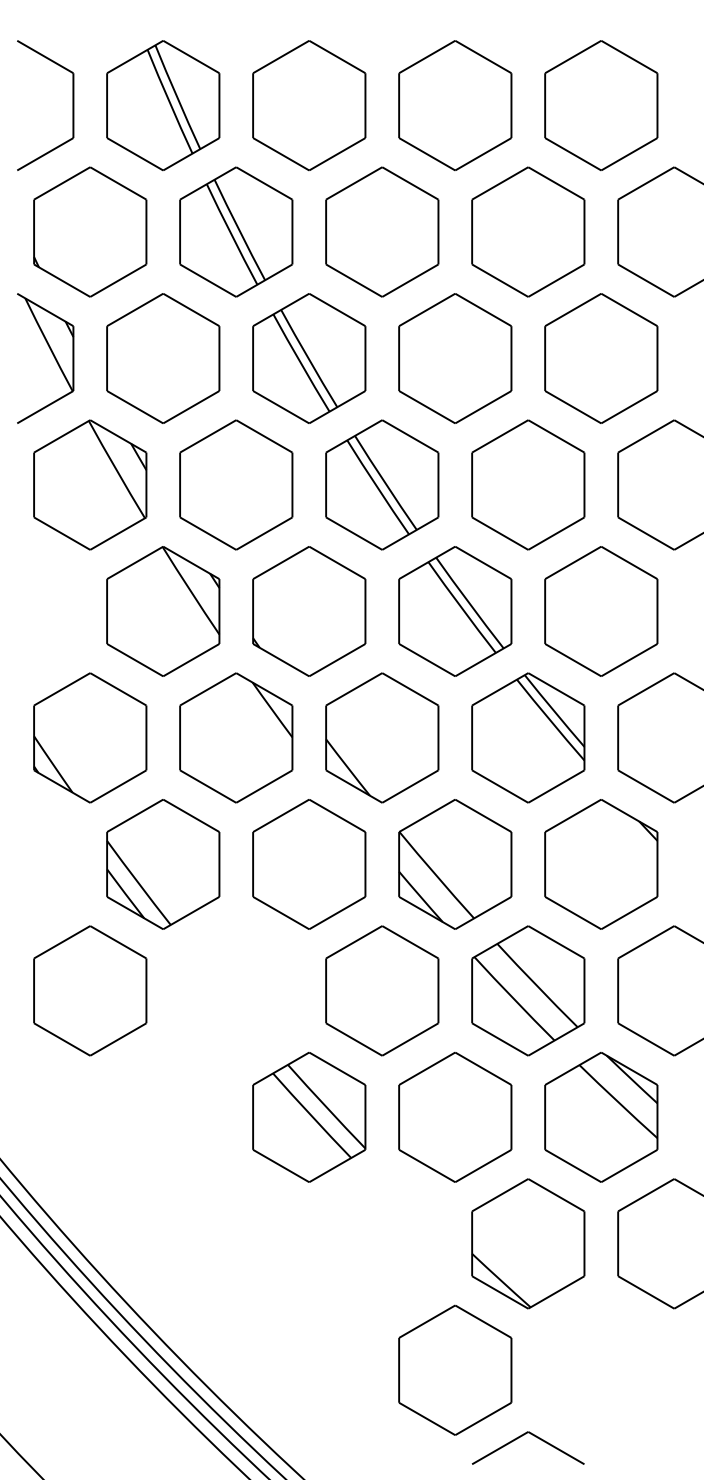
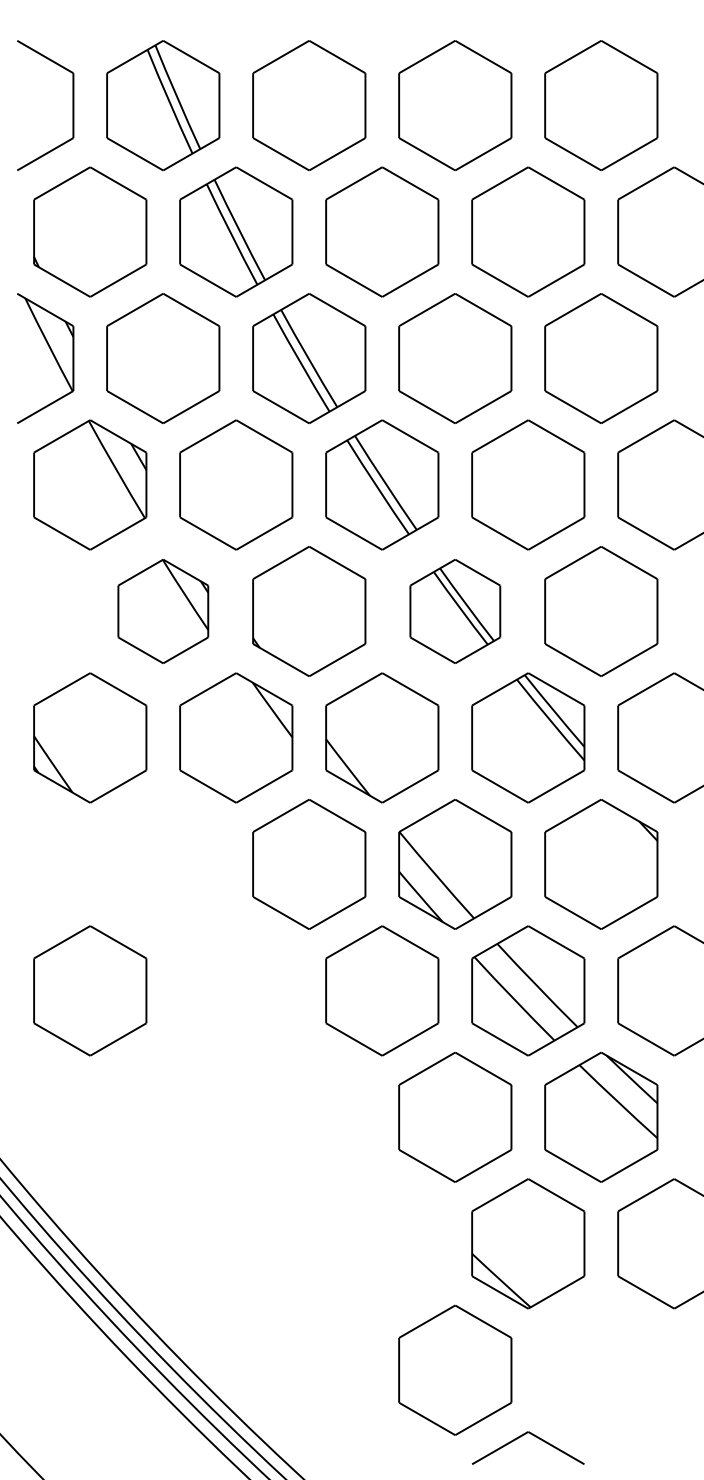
part at (163, 611) size: 115x131 px -> 93x105 px
part at (455, 611) size: 115x131 px -> 93x105 px
part at (163, 864): present -> none
part at (309, 1117): present -> none
